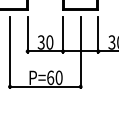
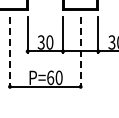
line at (10, 53): solid -> dashed
line at (80, 53): solid -> dashed
